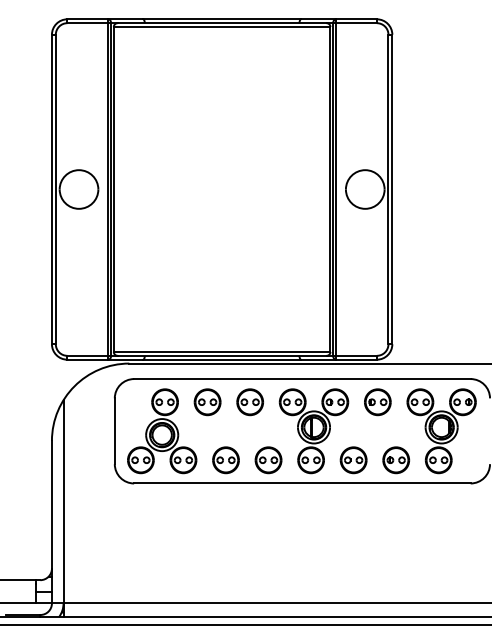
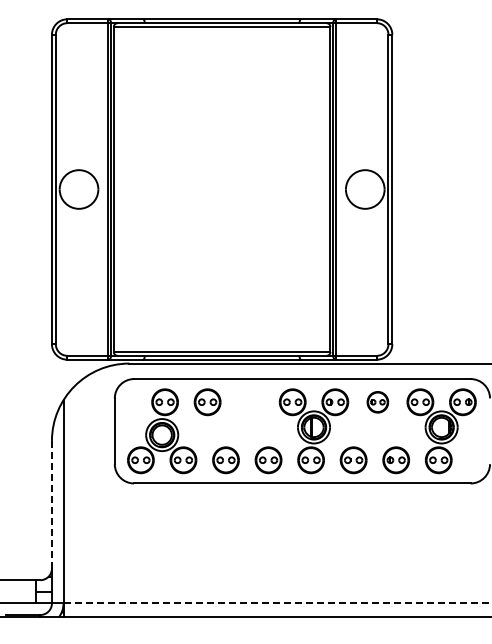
part at (249, 402): present -> none
part at (377, 402) size: 28x29 px -> 24x23 px
line at (51, 504): solid -> dashed
line at (277, 603): solid -> dashed
line at (245, 624): present -> none
